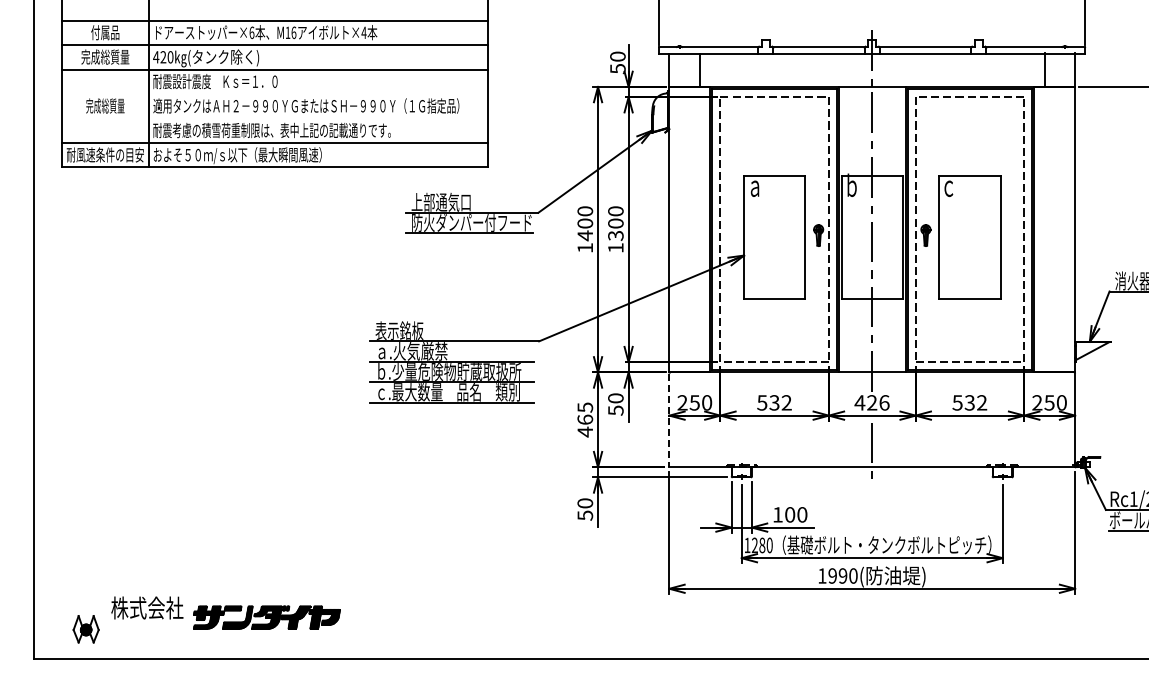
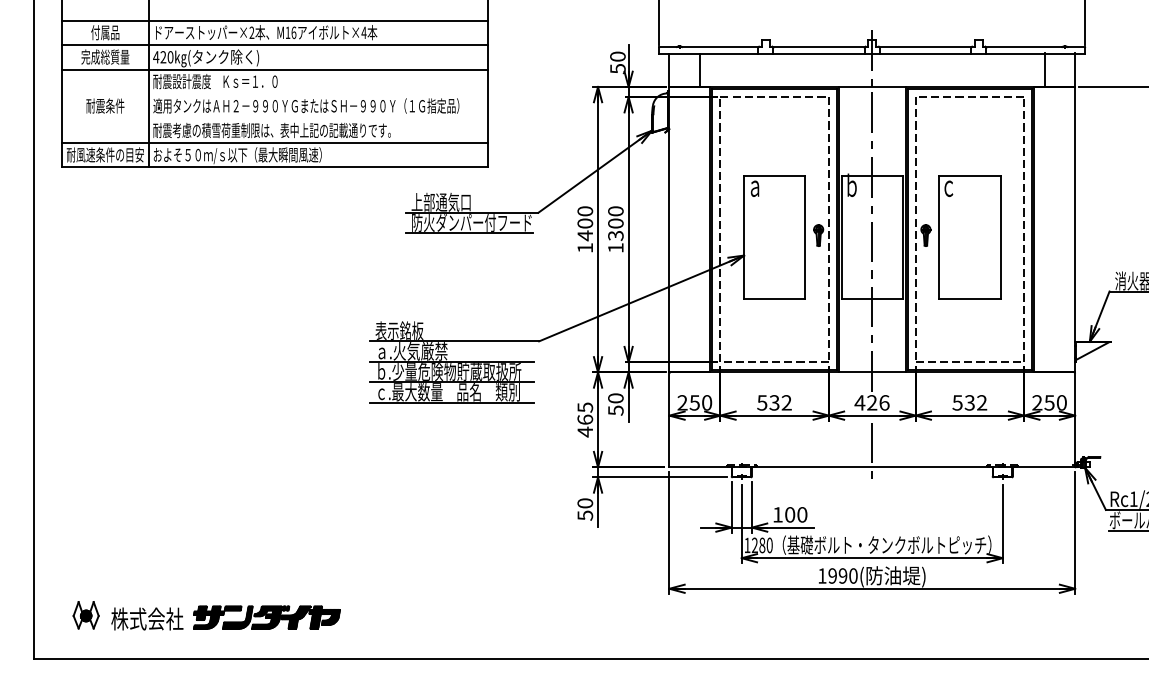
text at (251, 32): ×6 -> ×2
text at (105, 105): 完成総質量 -> 耐震条件
line at (669, 420): dashed -> solid
text at (147, 607) position: (147, 607) -> (147, 618)
part at (85, 629) position: (85, 629) -> (85, 615)
